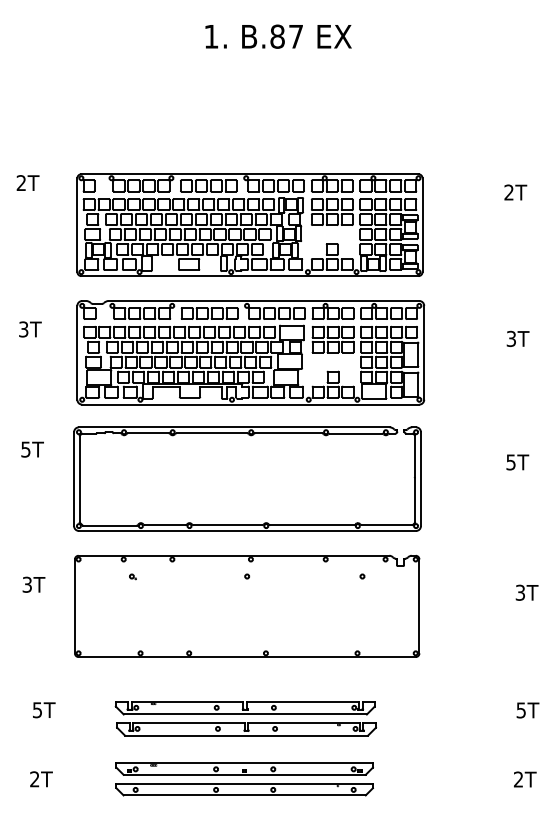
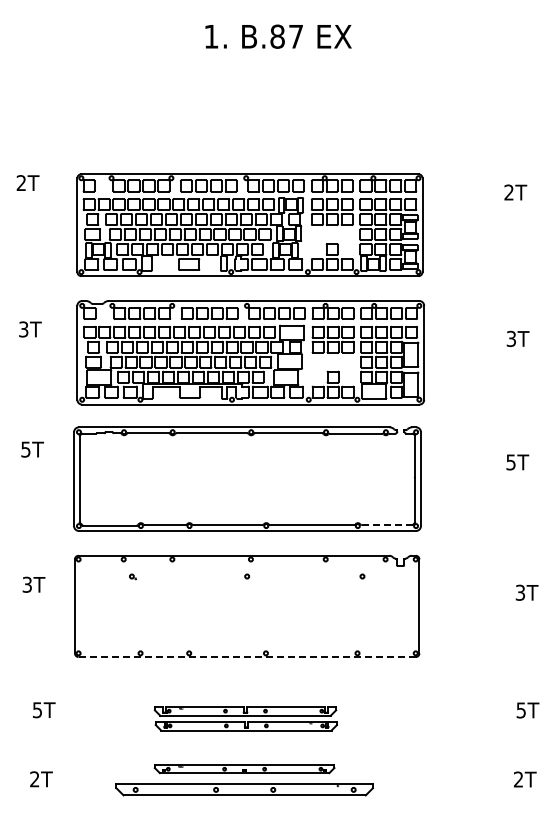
line at (387, 525): solid -> dashed
line at (247, 657): solid -> dashed
part at (245, 718) size: 264x36 px -> 185x26 px
part at (244, 768) size: 259x14 px -> 183x11 px
